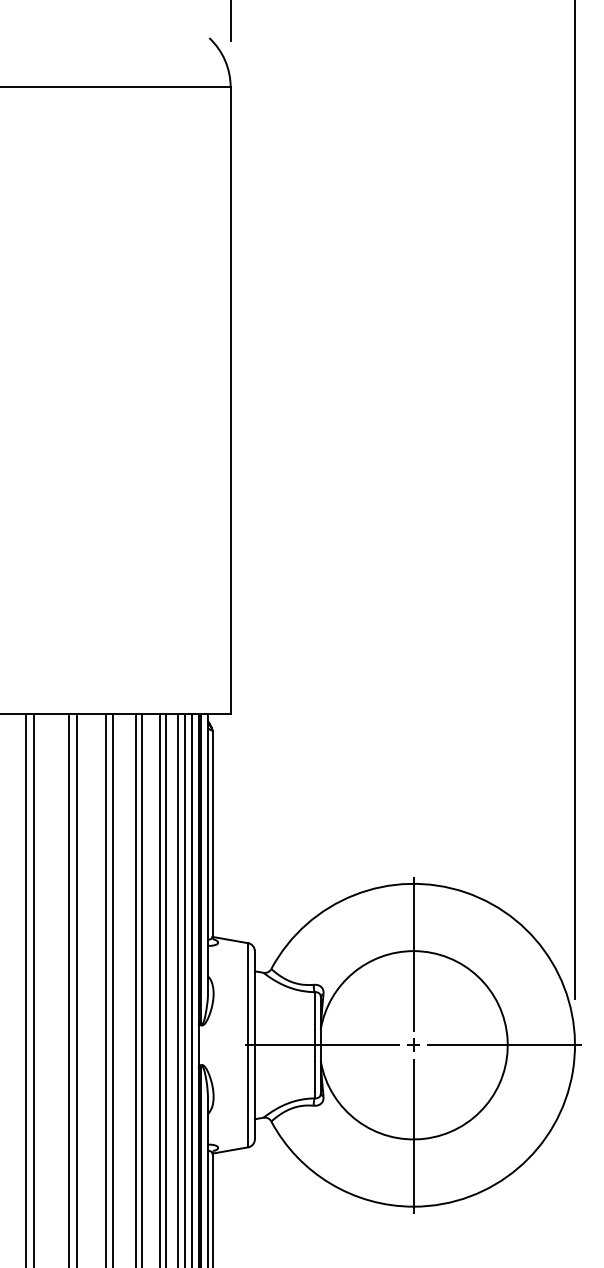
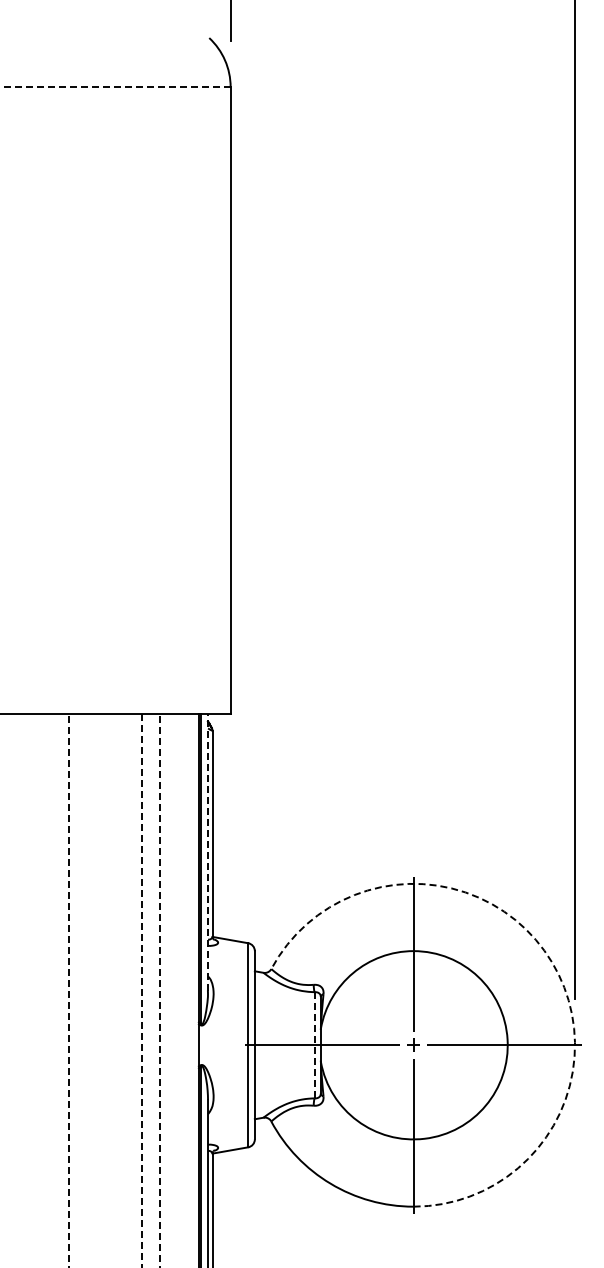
line at (115, 87): solid -> dashed
line at (208, 852): solid -> dashed
arc at (552, 962): solid -> dashed
line at (25, 989): present -> none
line at (33, 989): present -> none
line at (76, 989): present -> none
line at (105, 989): present -> none
line at (112, 989): present -> none
line at (135, 989): present -> none
line at (166, 989): present -> none
line at (178, 989): present -> none
line at (185, 989): present -> none
line at (191, 989): present -> none
line at (69, 990): solid -> dashed
line at (142, 990): solid -> dashed
line at (159, 990): solid -> dashed
line at (314, 1044): solid -> dashed
